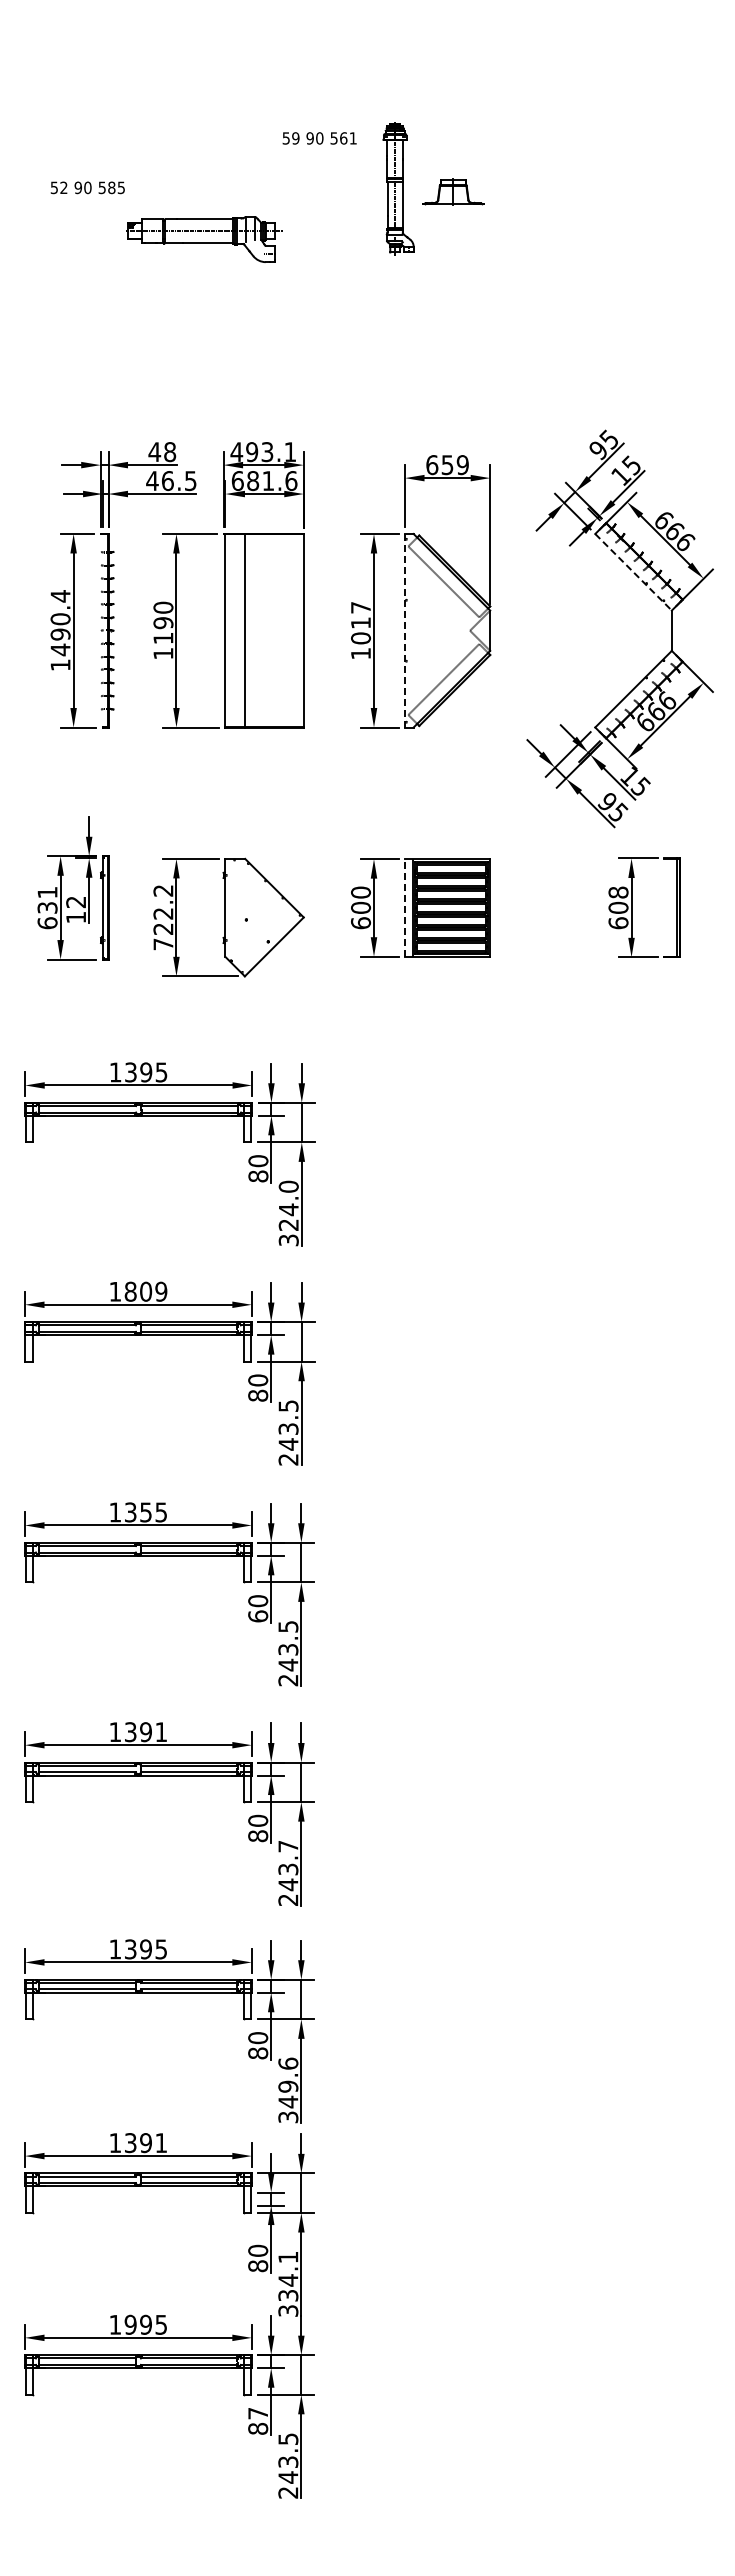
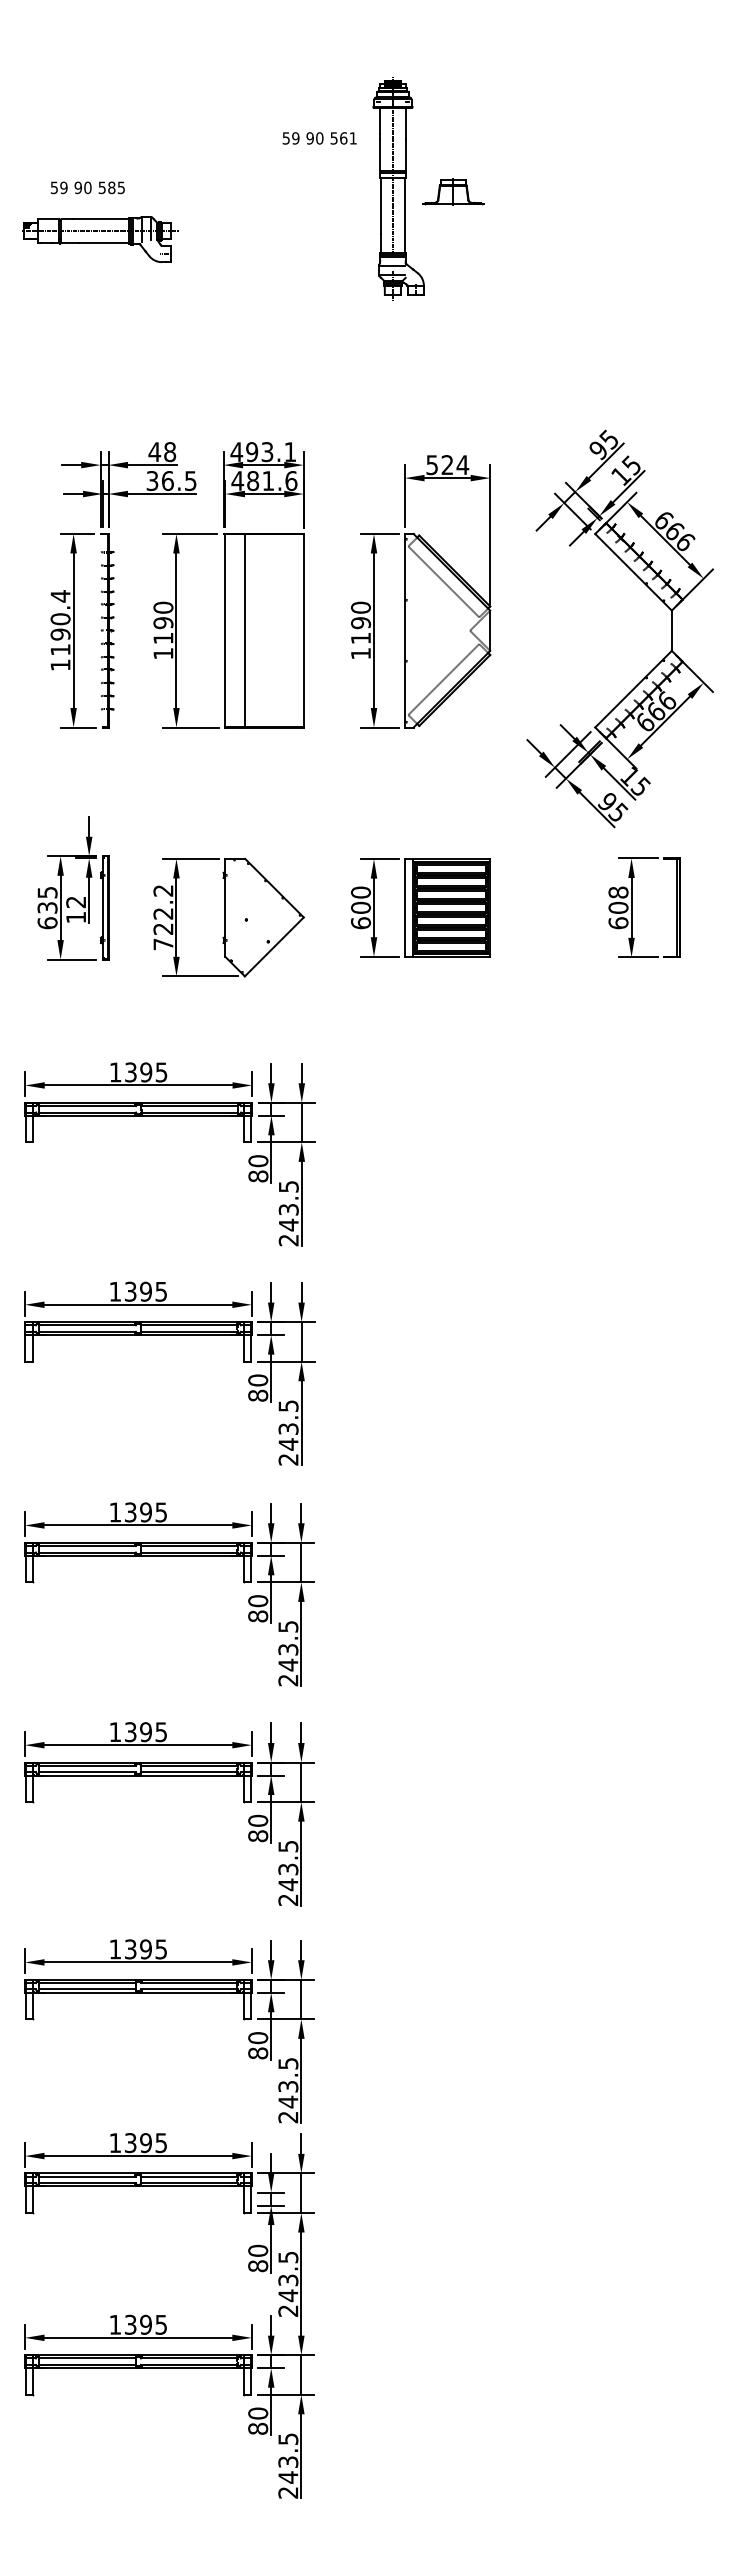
text at (63, 187): 52 -> 59
part at (398, 188) size: 33x134 px -> 53x224 px
part at (204, 239) position: (204, 239) -> (100, 239)
text at (447, 465): 659 -> 524
text at (152, 481): 46.5 -> 36.5
text at (237, 481): 681.6 -> 481.6
line at (633, 572): dashed -> solid
text at (361, 622): 1017 -> 1190
line at (405, 630): dashed -> solid
text at (60, 649): 1490.4 -> 1190.4
text at (47, 892): 631 -> 635
line at (405, 907): dashed -> solid
text at (288, 1213): 324.0 -> 243.5
text at (145, 1291): 1809 -> 1395
text at (145, 1512): 1355 -> 1395
text at (258, 1616): 60 -> 80
text at (160, 1732): 1391 -> 1395
text at (288, 1846): 243.7 -> 243.5
text at (288, 2090): 349.6 -> 243.5
text at (160, 2143): 1391 -> 1395
text at (288, 2283): 334.1 -> 243.5
text at (130, 2324): 1995 -> 1395
text at (258, 2413): 87 -> 80
